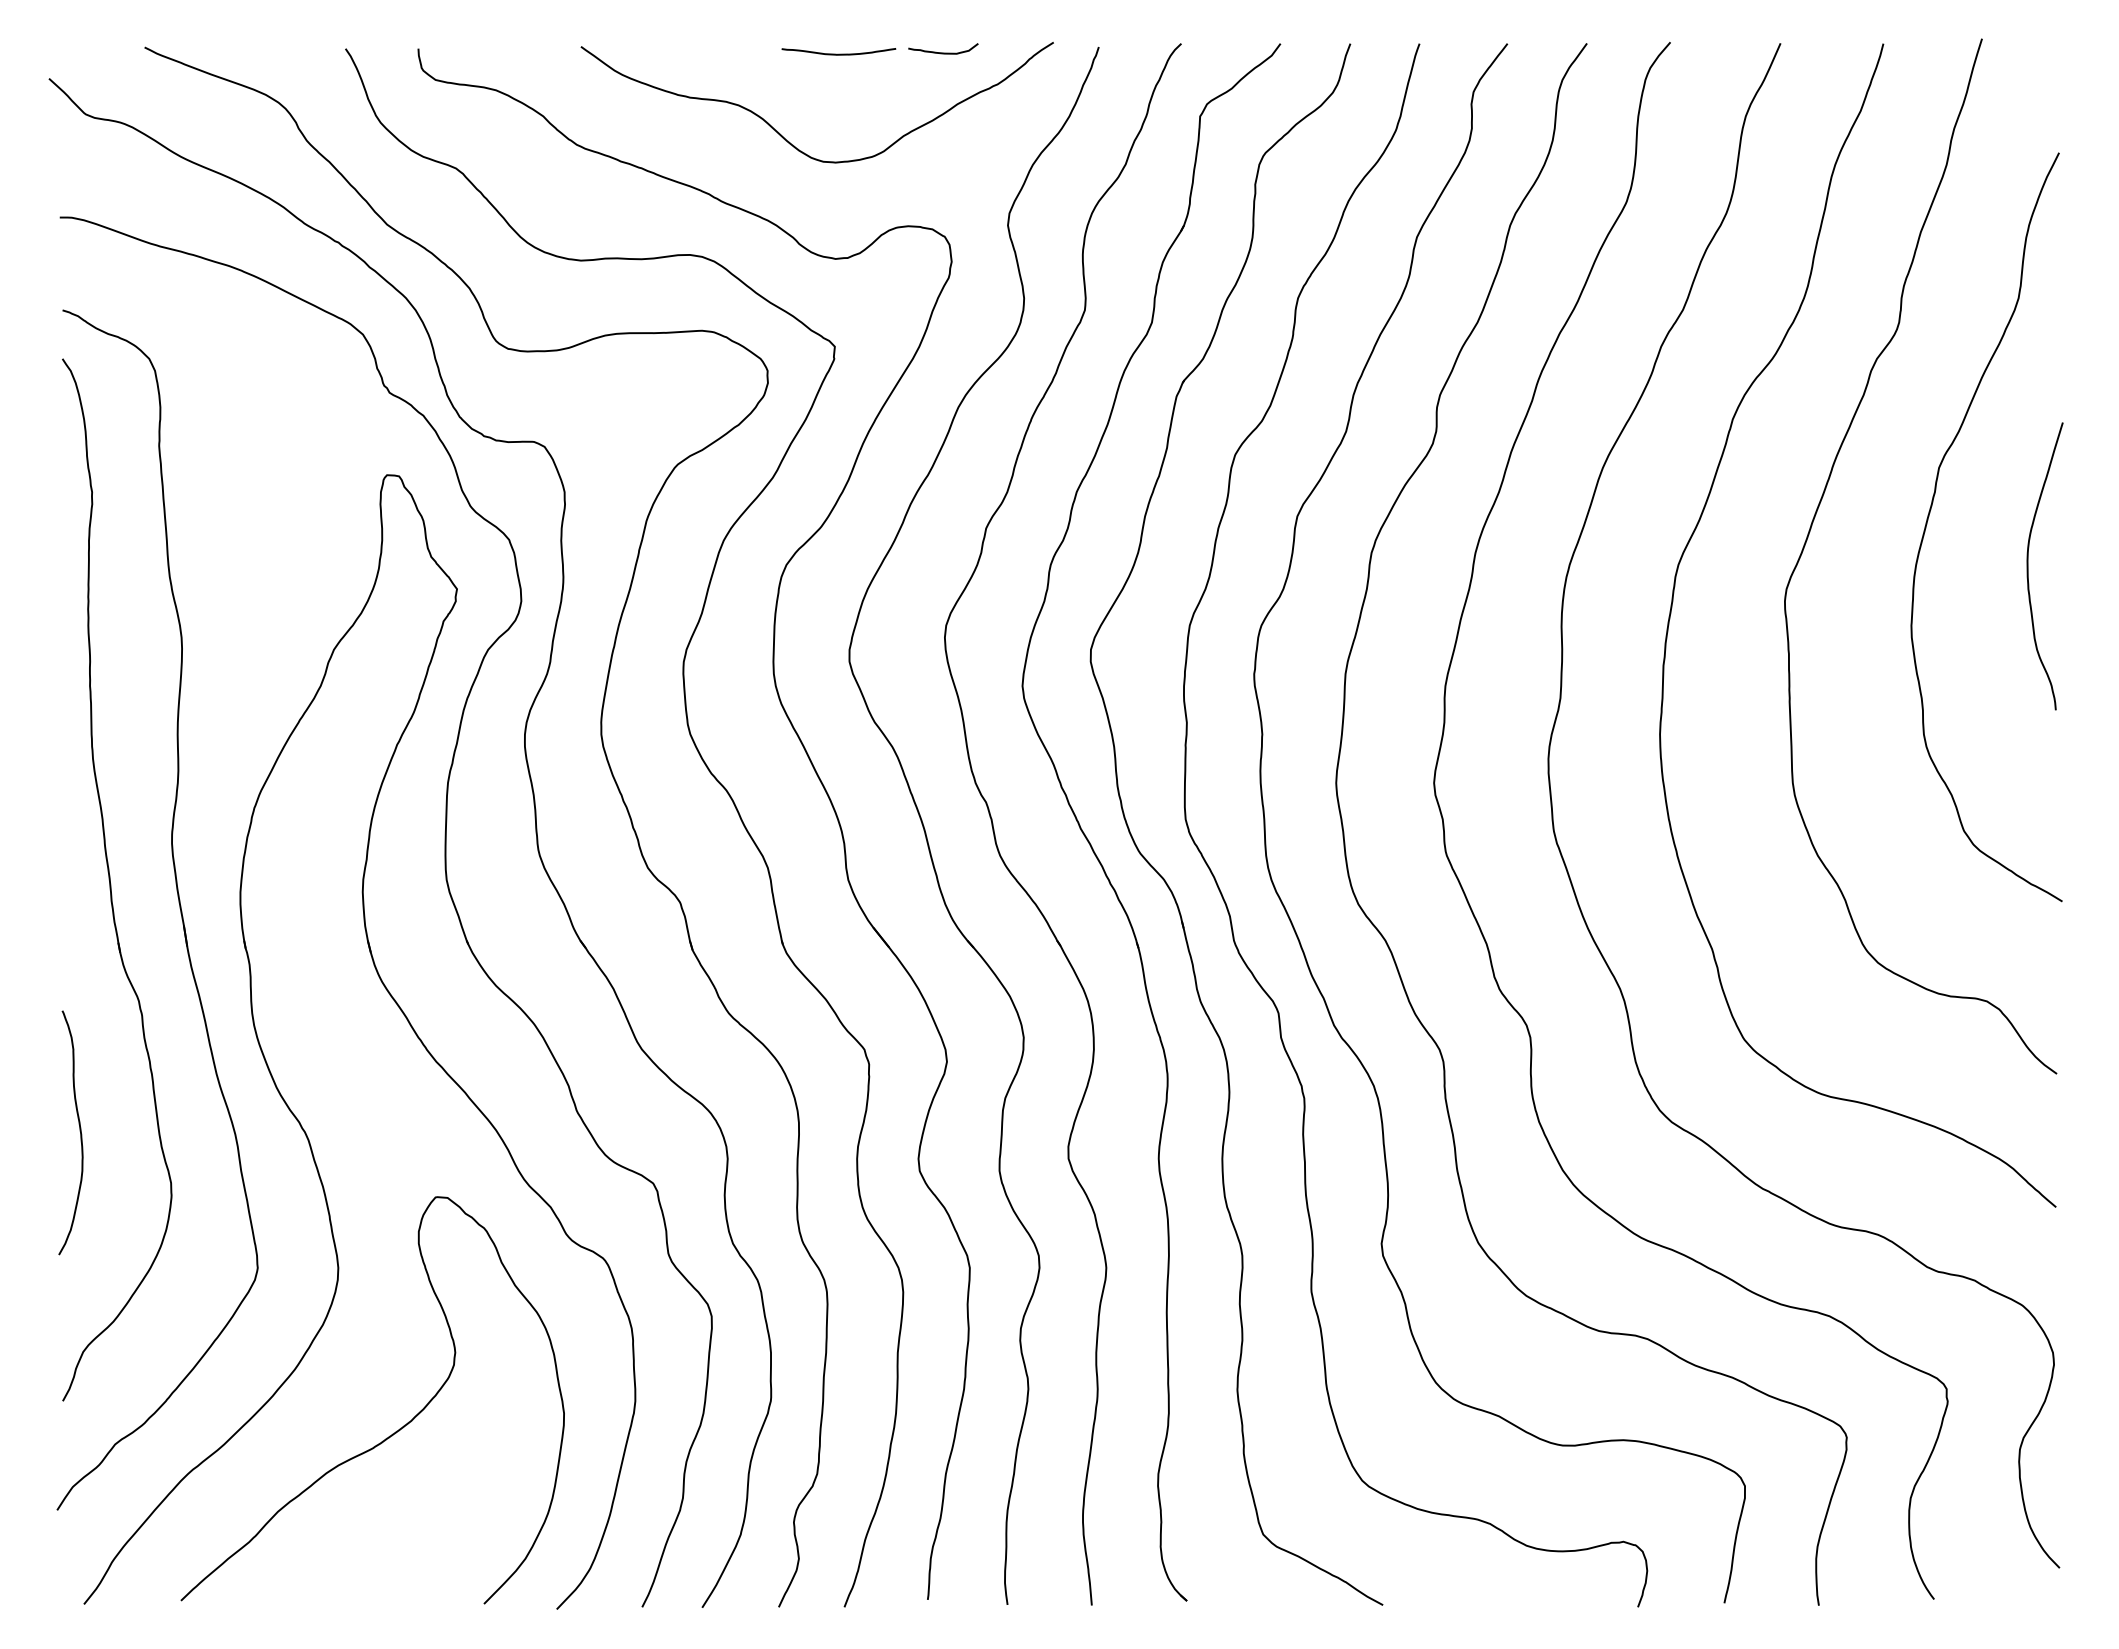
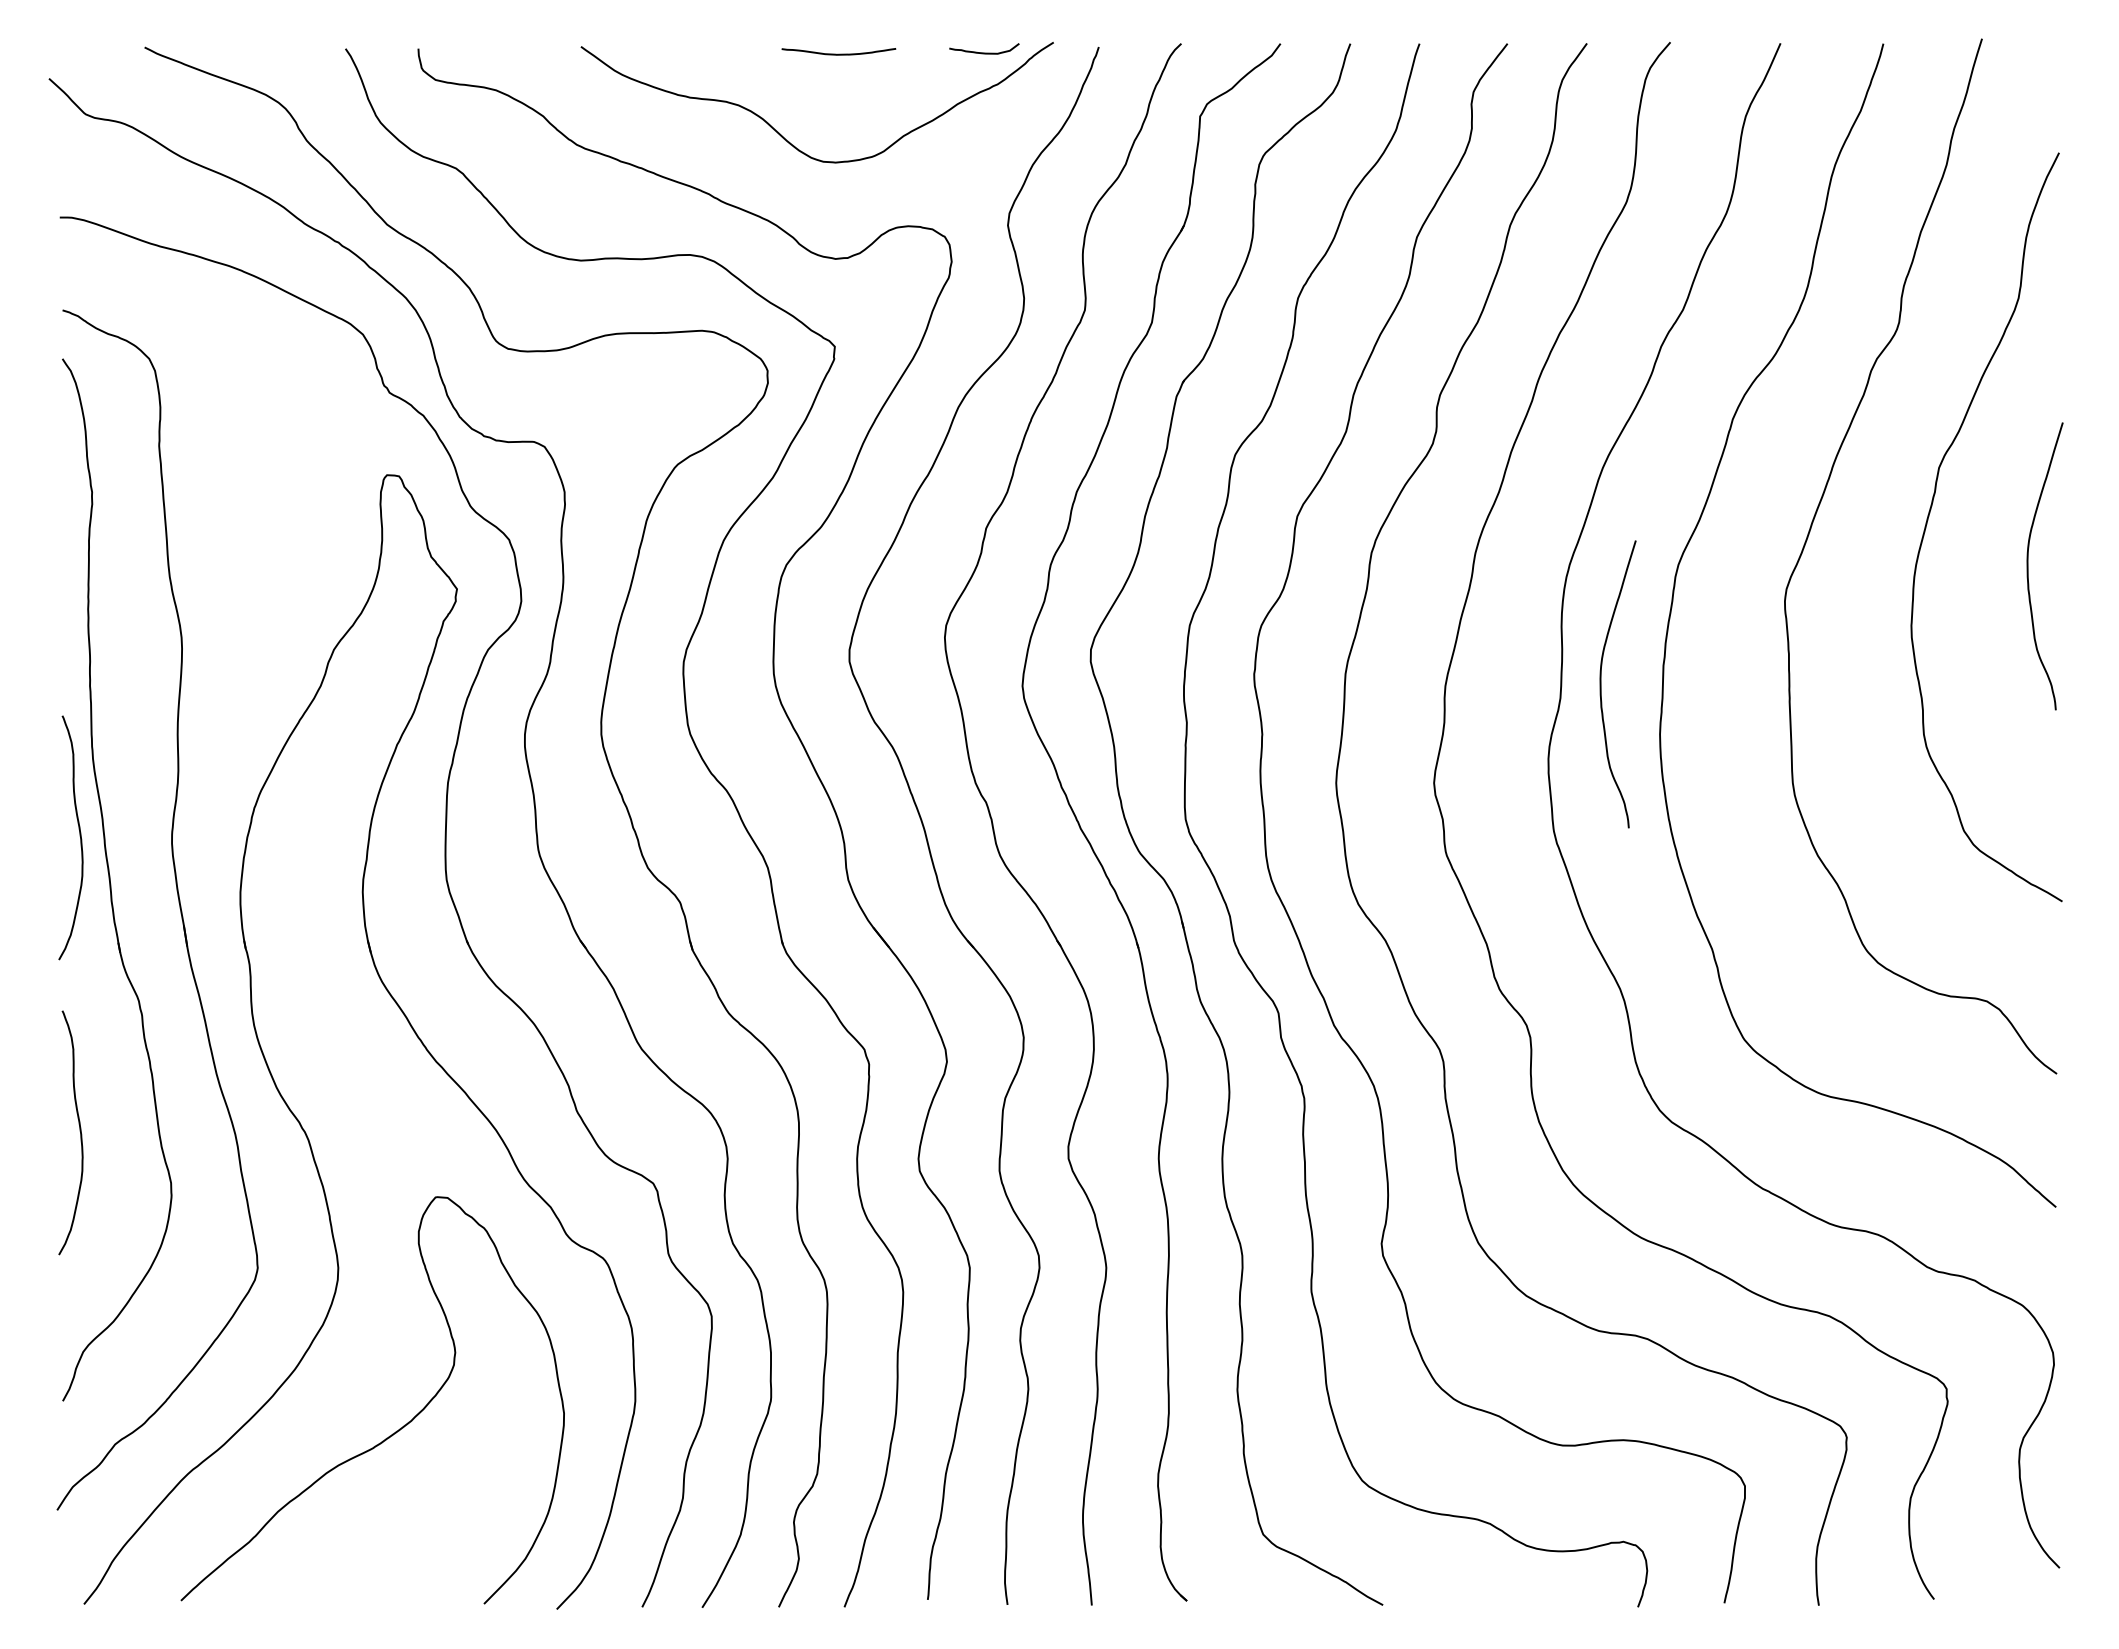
curve at (943, 52) position: (943, 52) -> (984, 52)
curve at (1601, 684): none -> present
curve at (79, 836): none -> present
